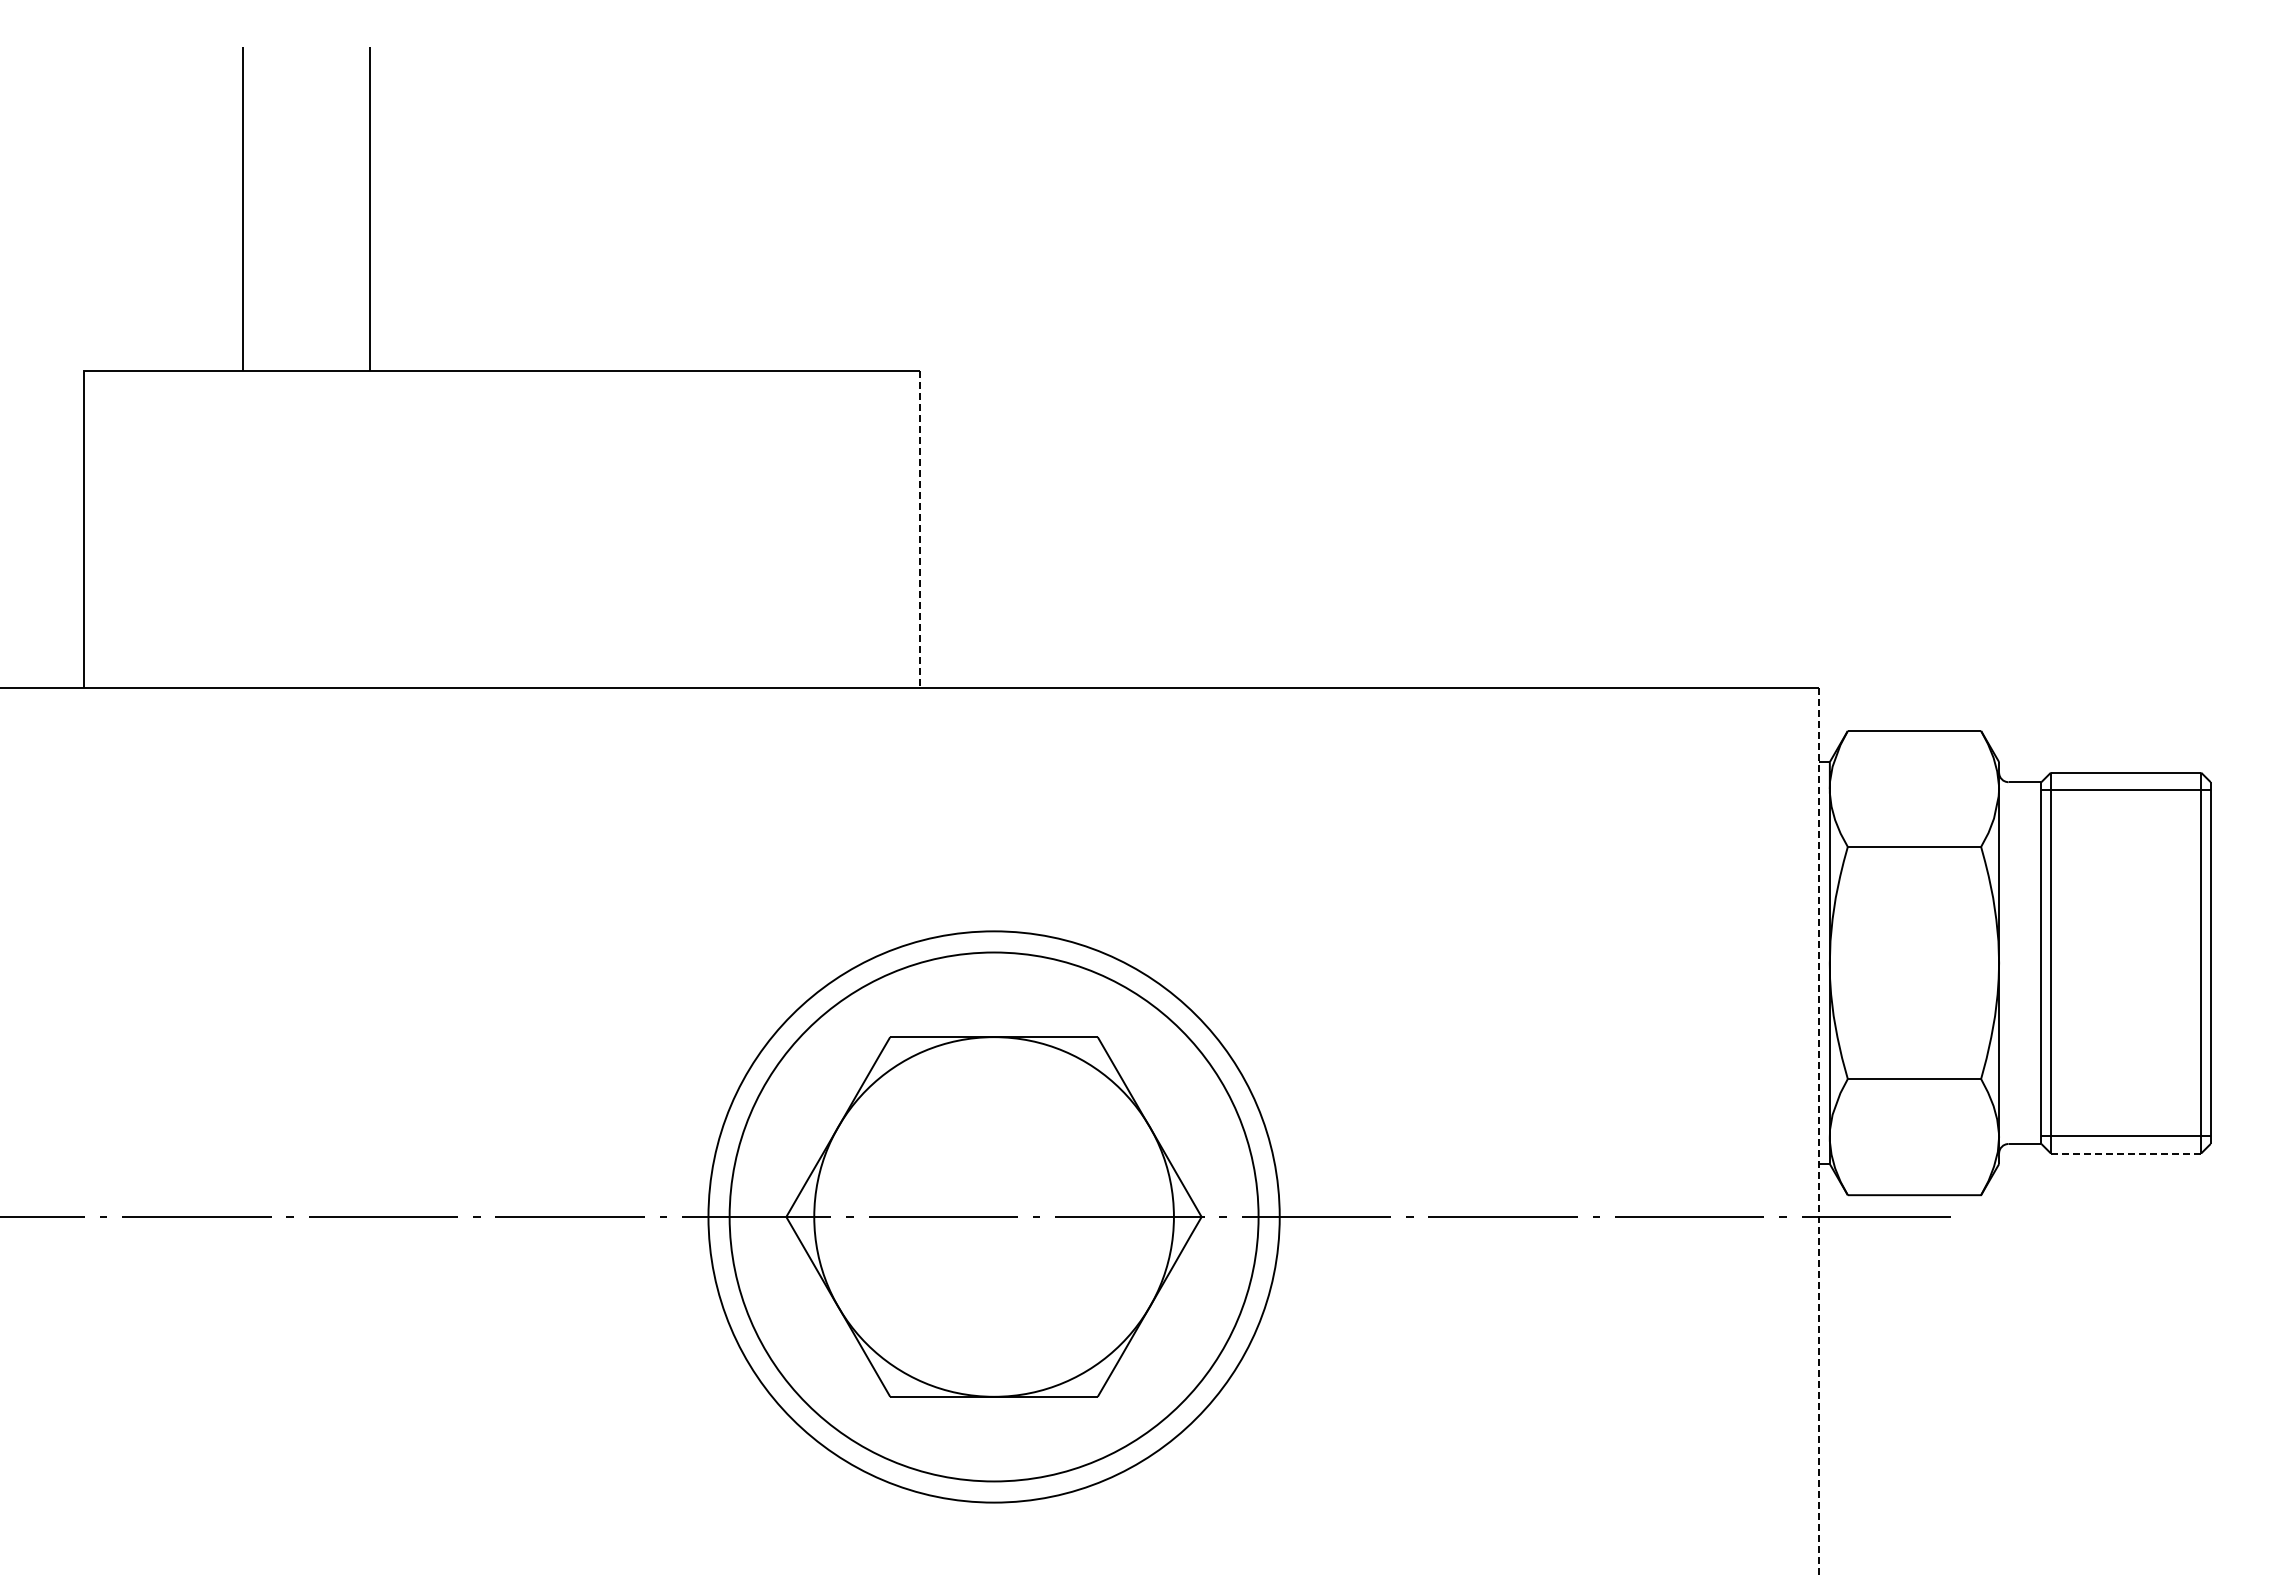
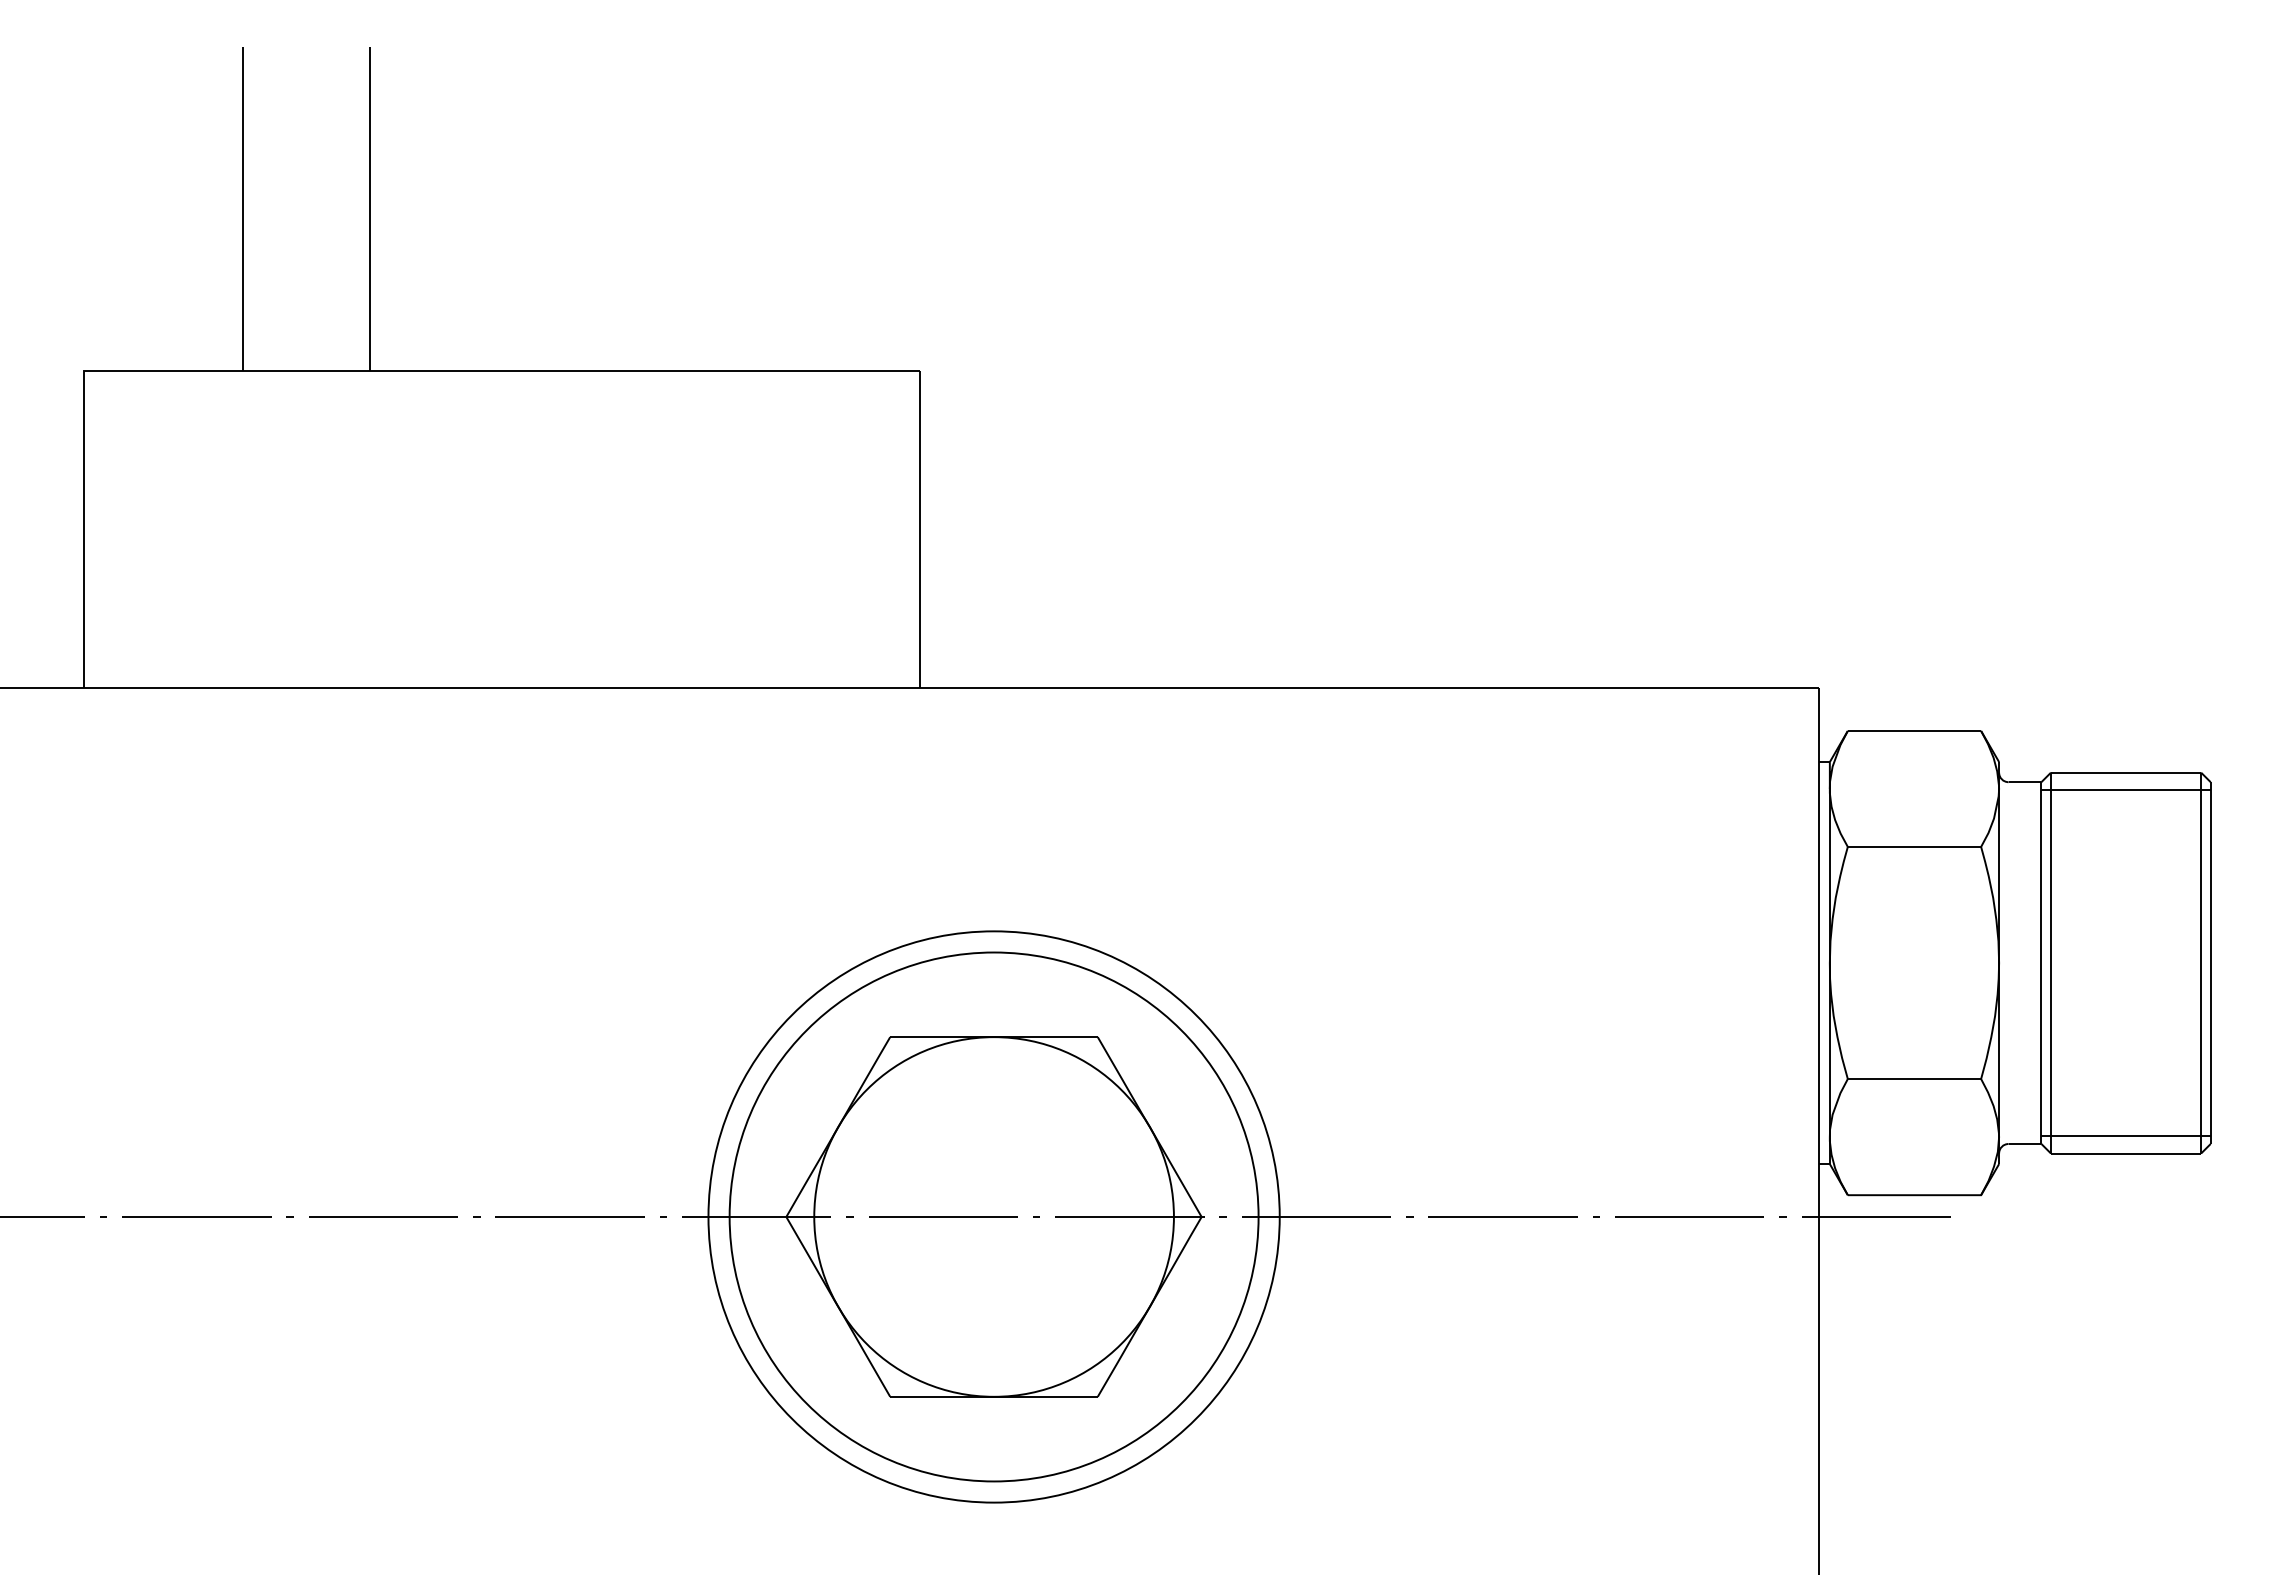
line at (920, 529): dashed -> solid
line at (1819, 1131): dashed -> solid
line at (2126, 1153): dashed -> solid
